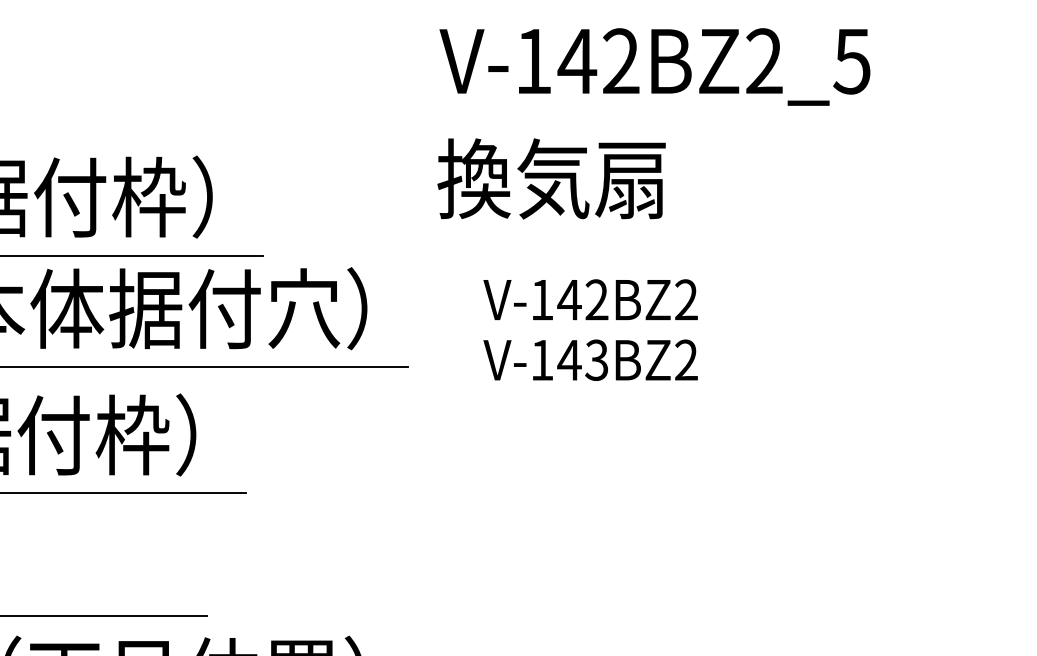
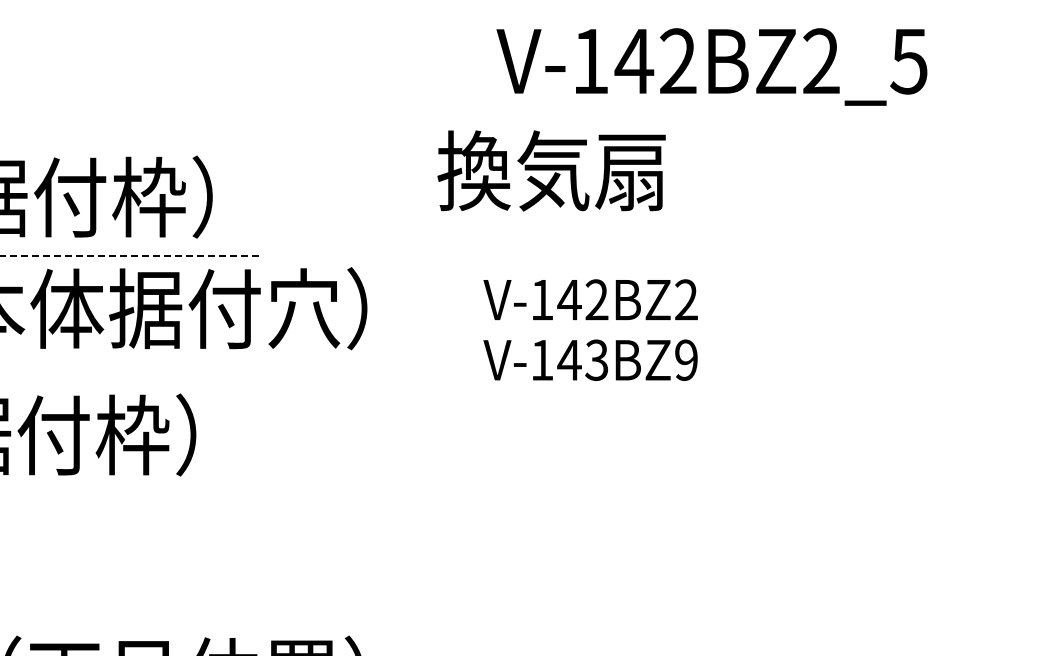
text at (654, 66) position: (654, 66) -> (711, 66)
text at (551, 178) position: (551, 178) -> (551, 170)
line at (132, 255): solid -> dashed
text at (686, 360): V-143BZ2 -> V-143BZ9
line at (204, 367): present -> none
line at (124, 493): present -> none
line at (104, 615): present -> none
